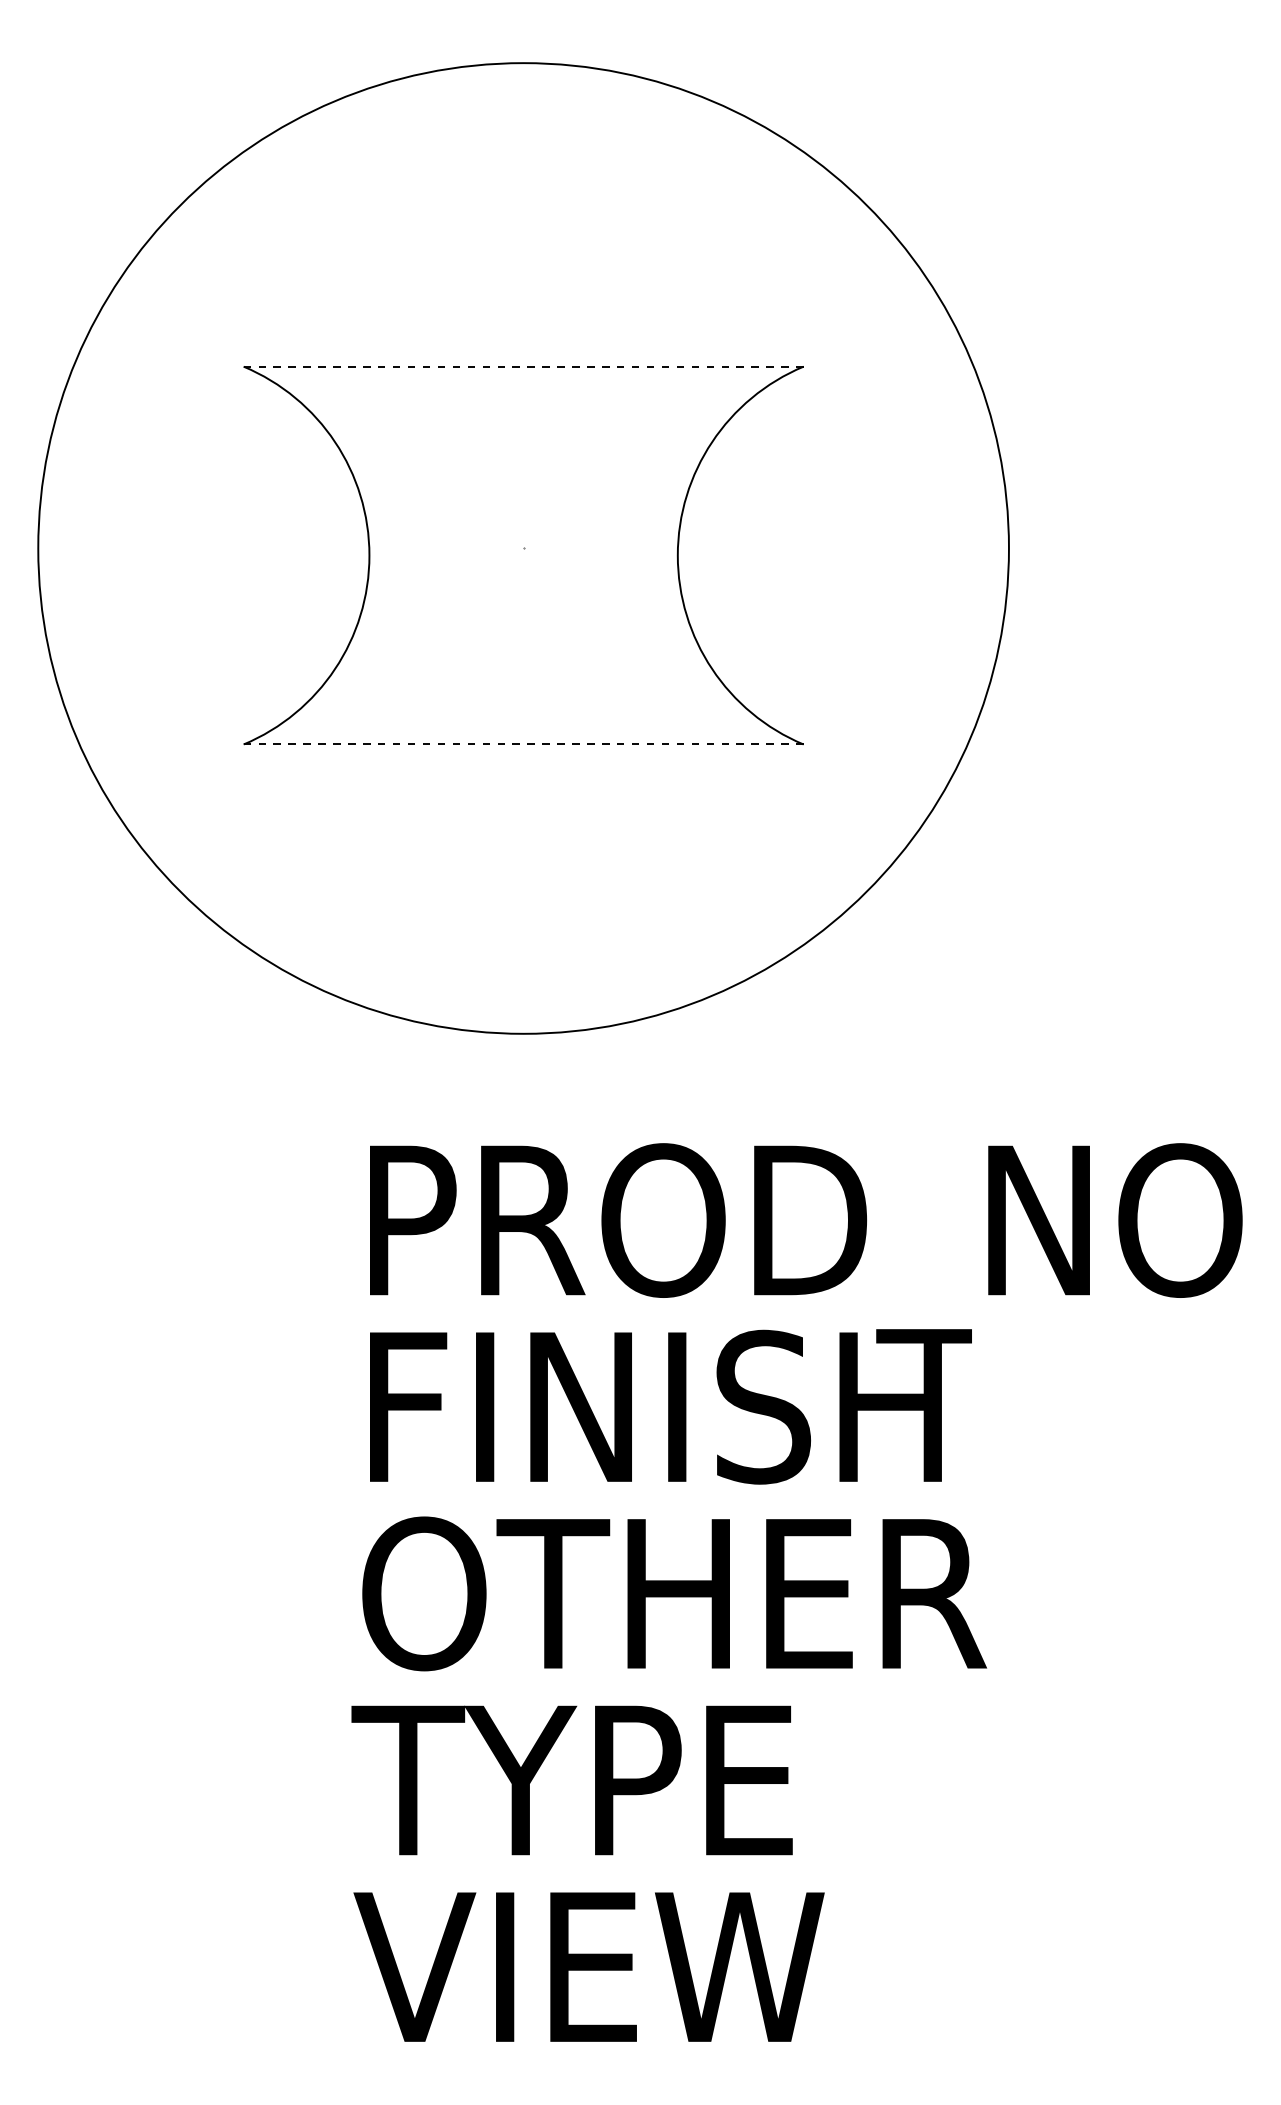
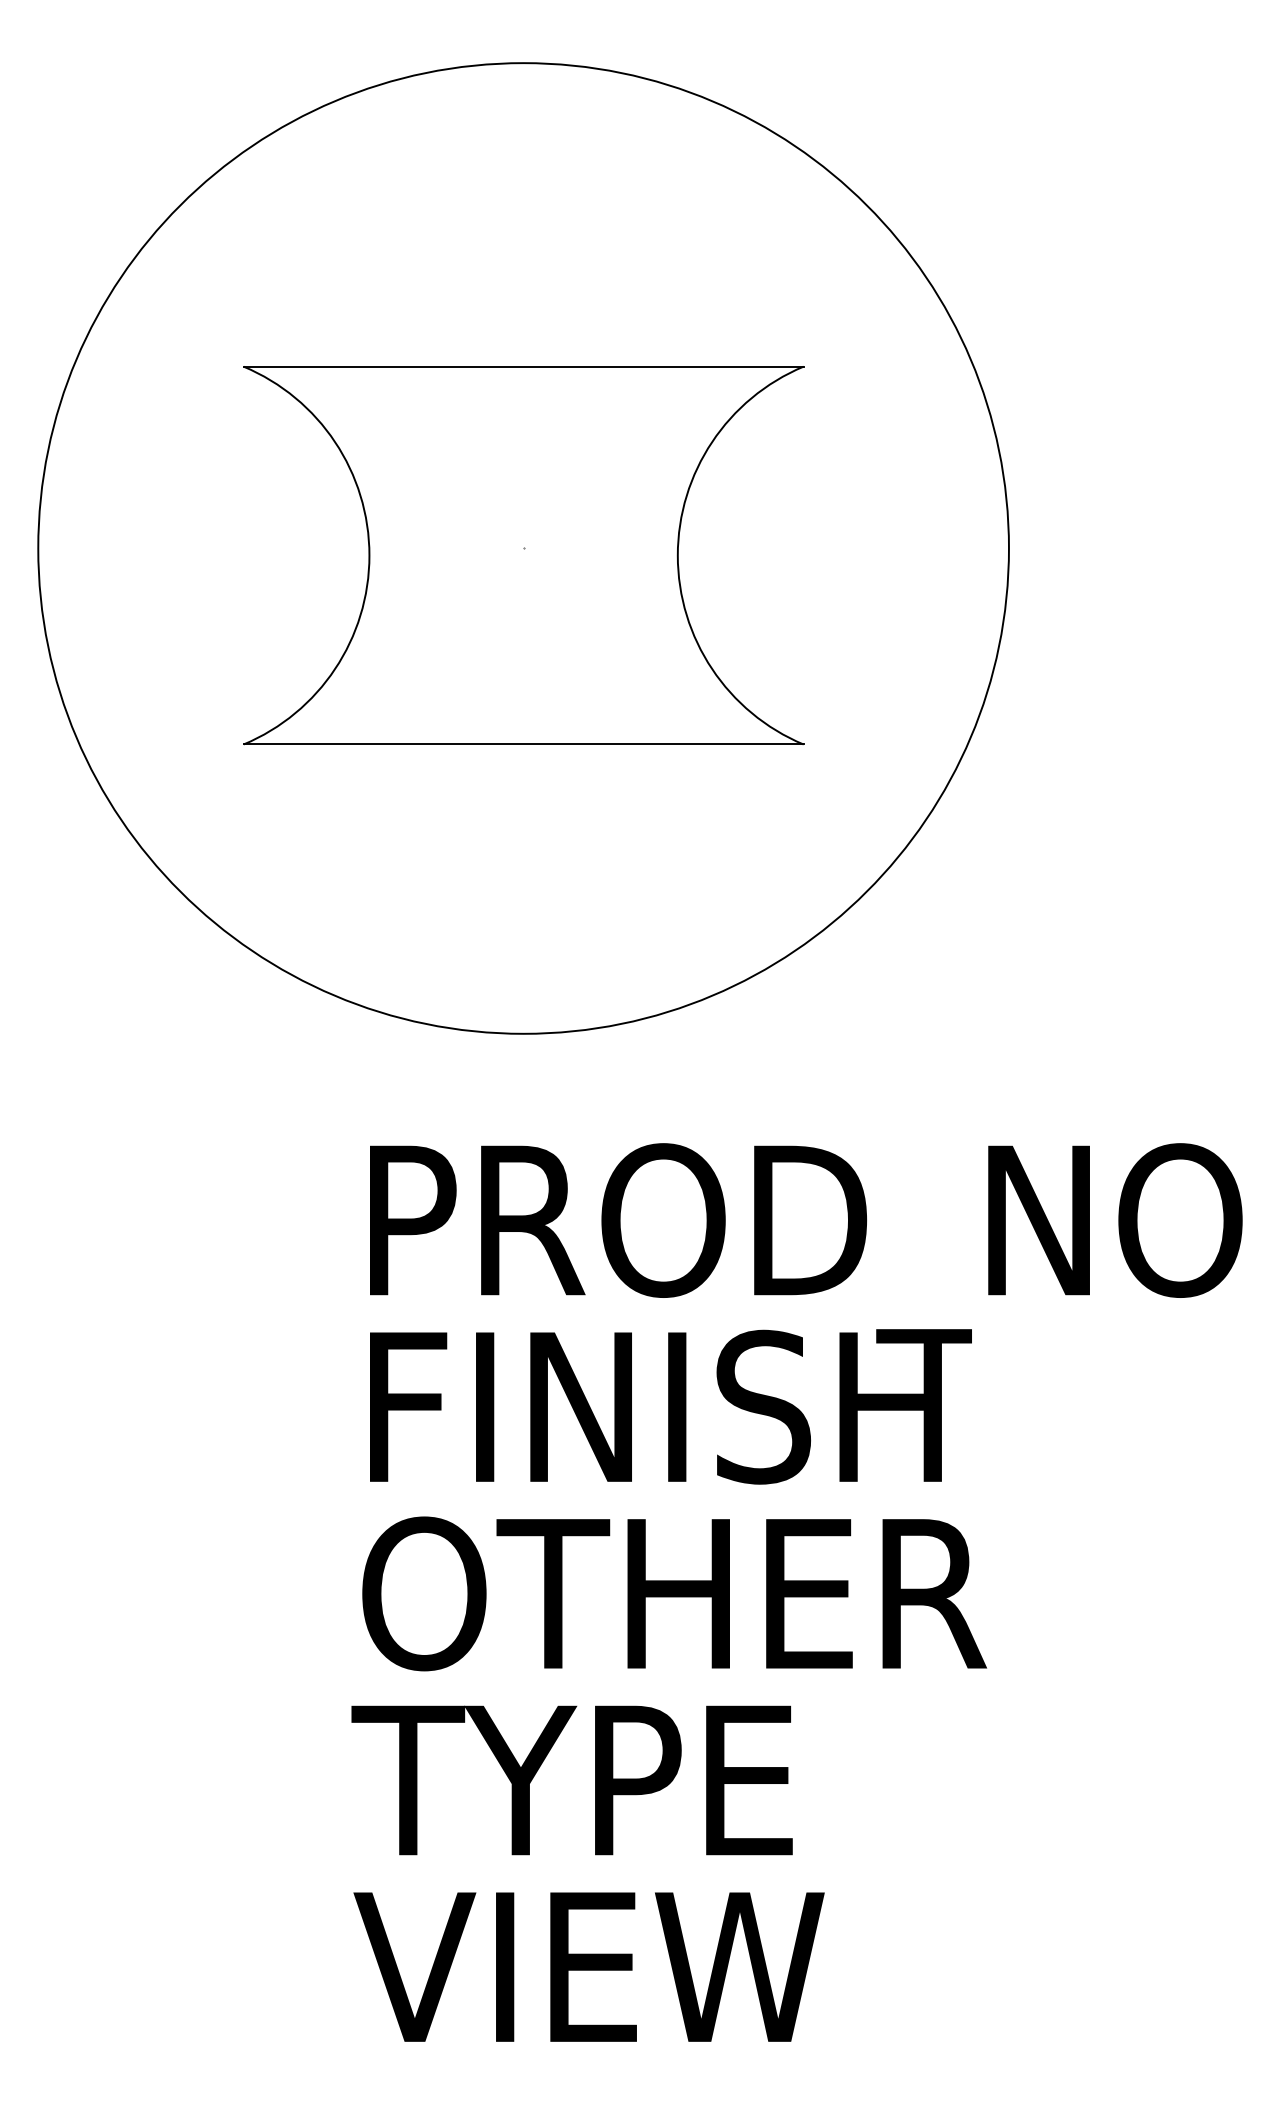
line at (524, 366): dashed -> solid
line at (524, 744): dashed -> solid
